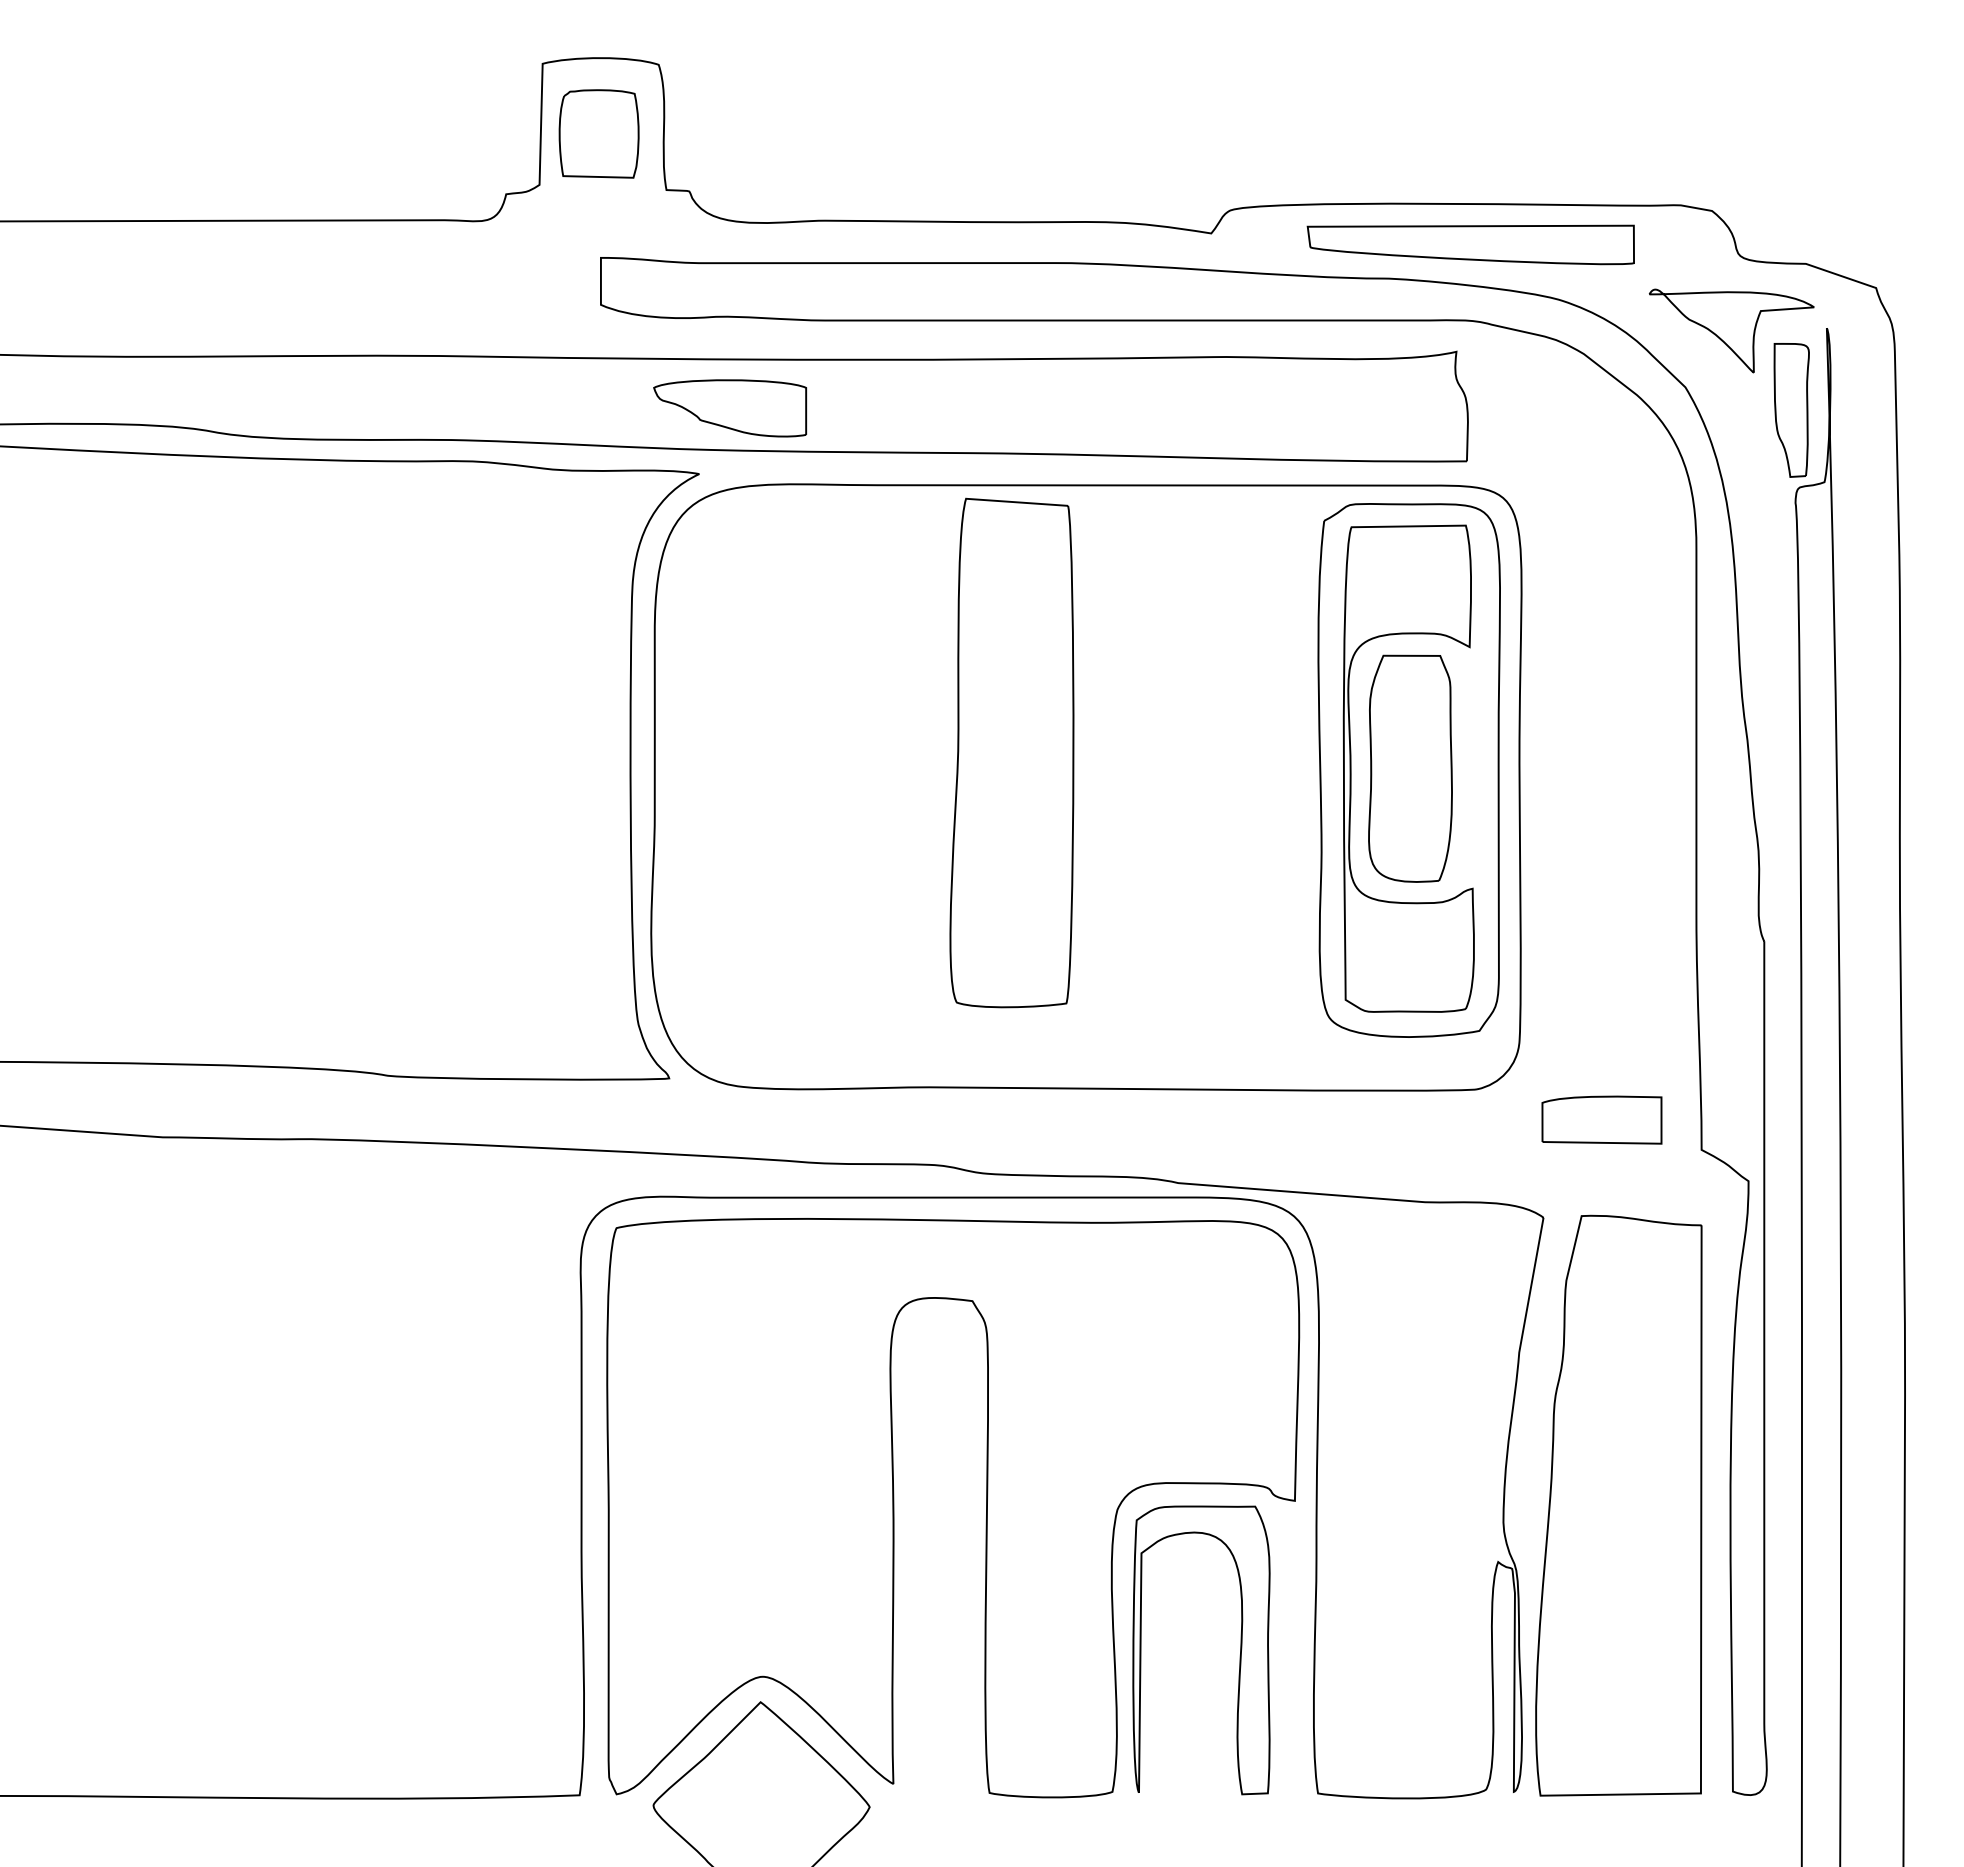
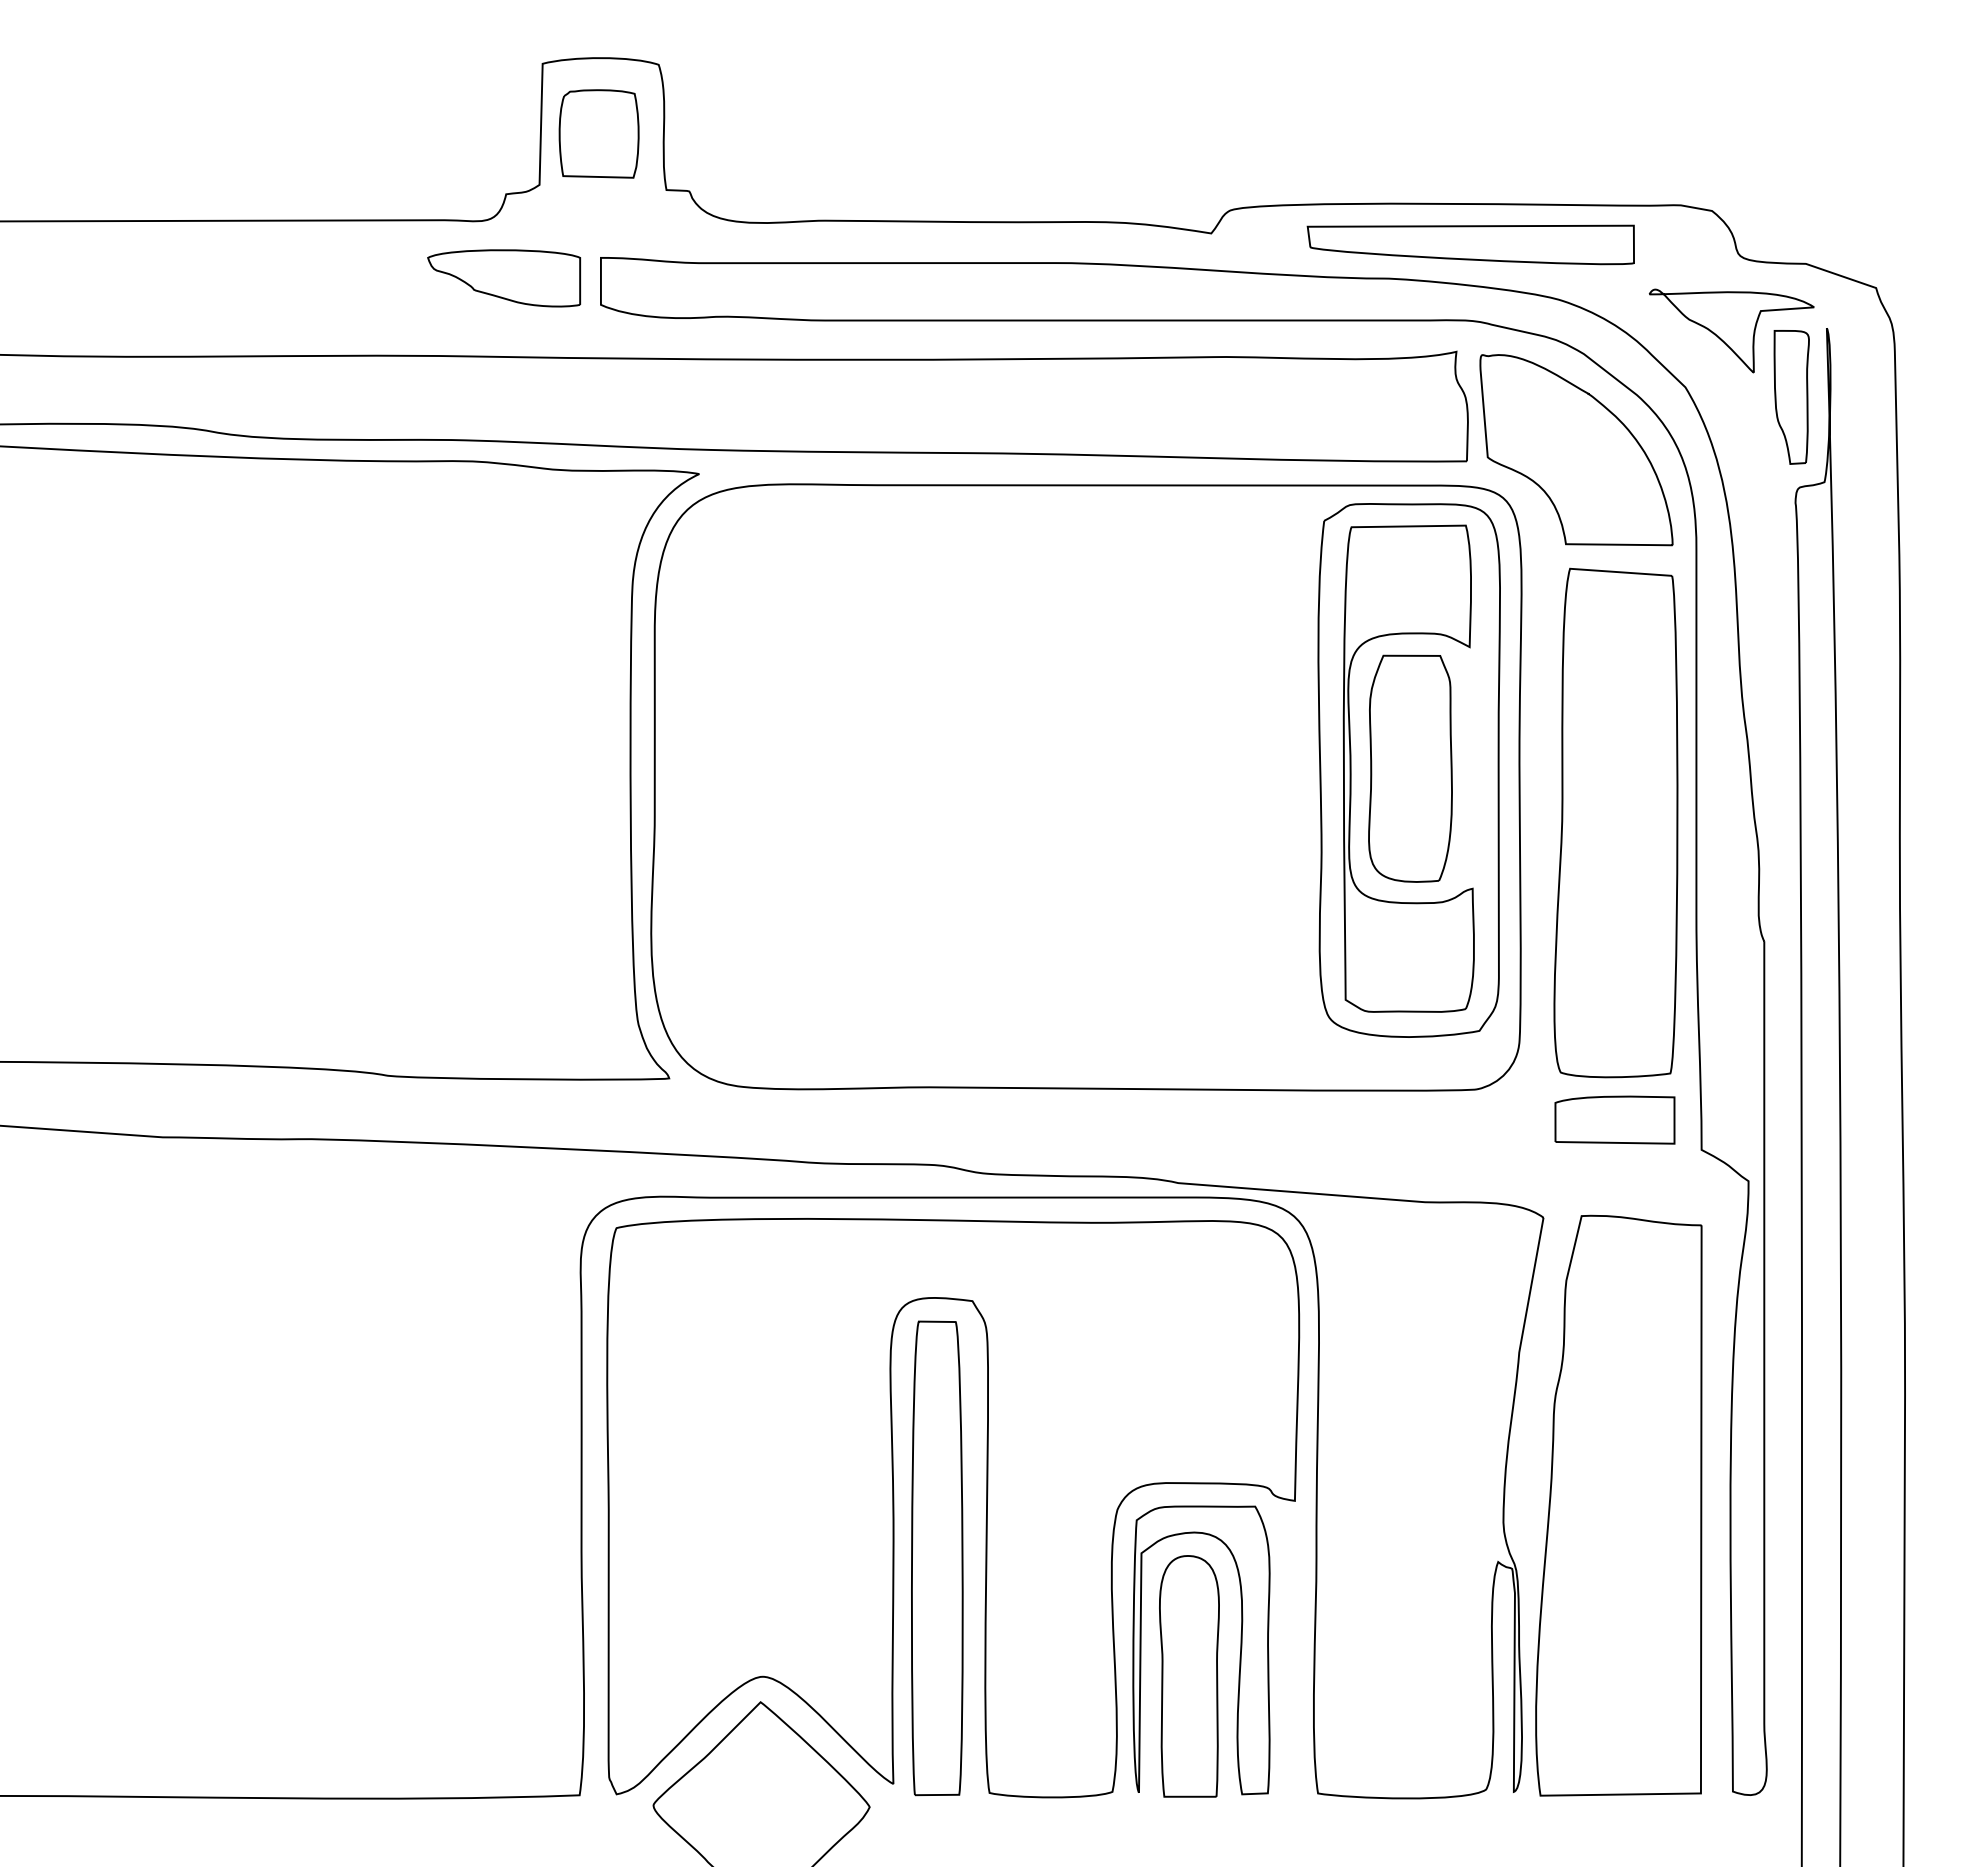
part at (730, 408) position: (730, 408) -> (504, 278)
part at (1791, 410) position: (1791, 410) -> (1791, 397)
part at (1576, 450): none -> present
part at (1011, 752) position: (1011, 752) -> (1615, 822)
part at (1601, 1119) position: (1601, 1119) -> (1614, 1119)
part at (937, 1558): none -> present
part at (1189, 1676): none -> present
